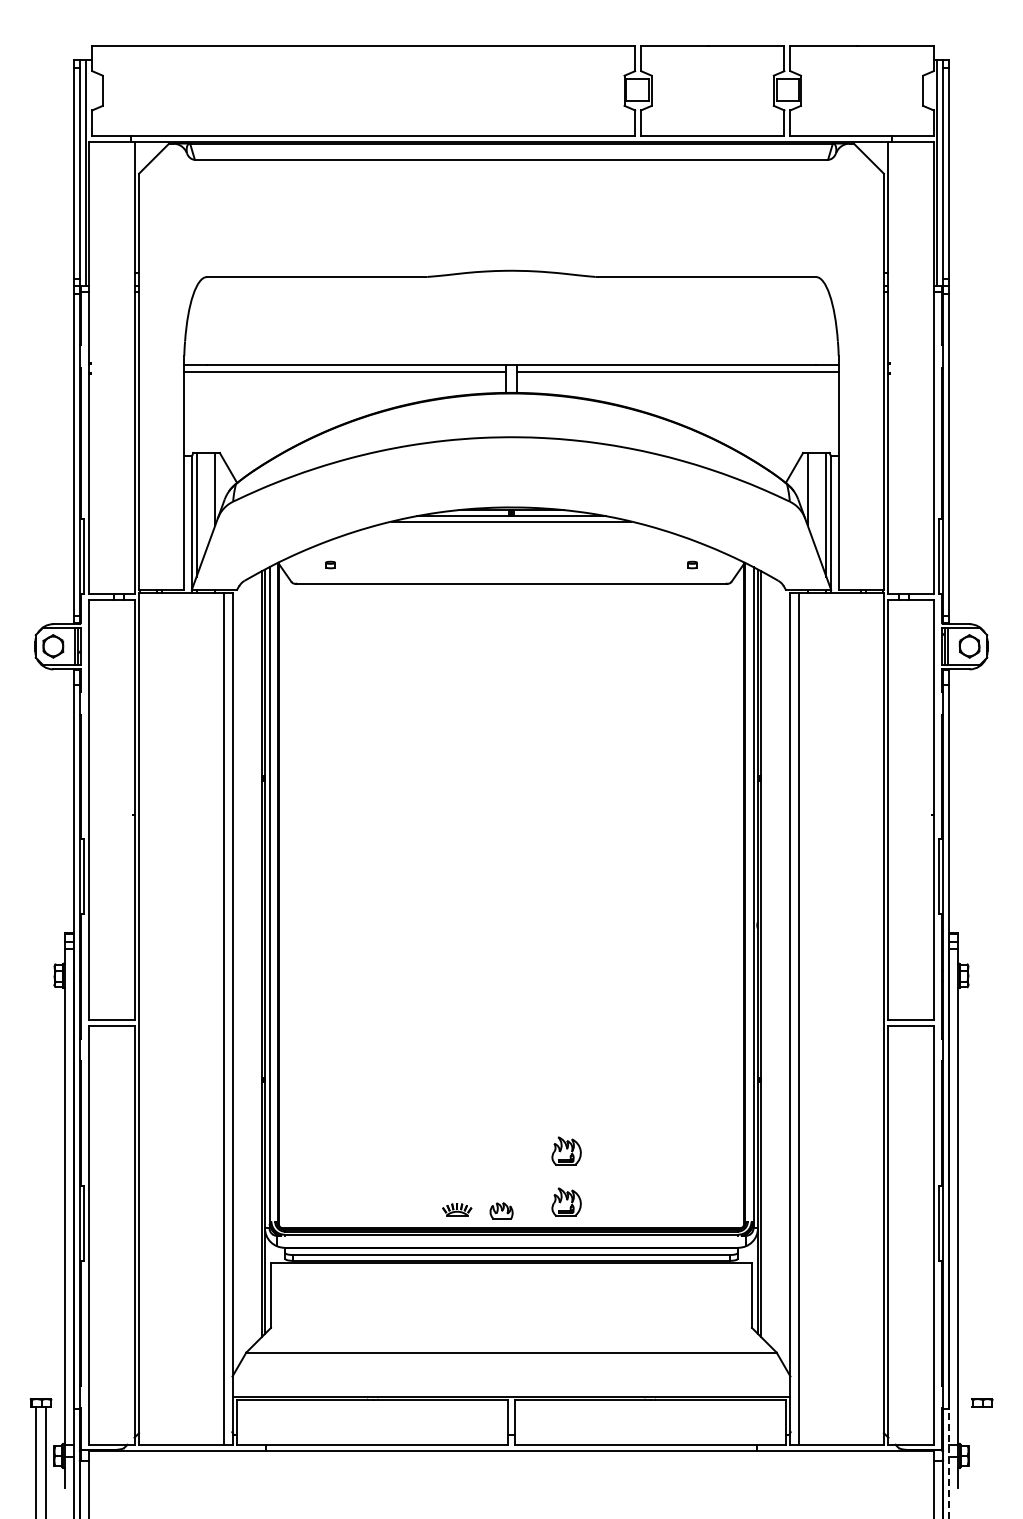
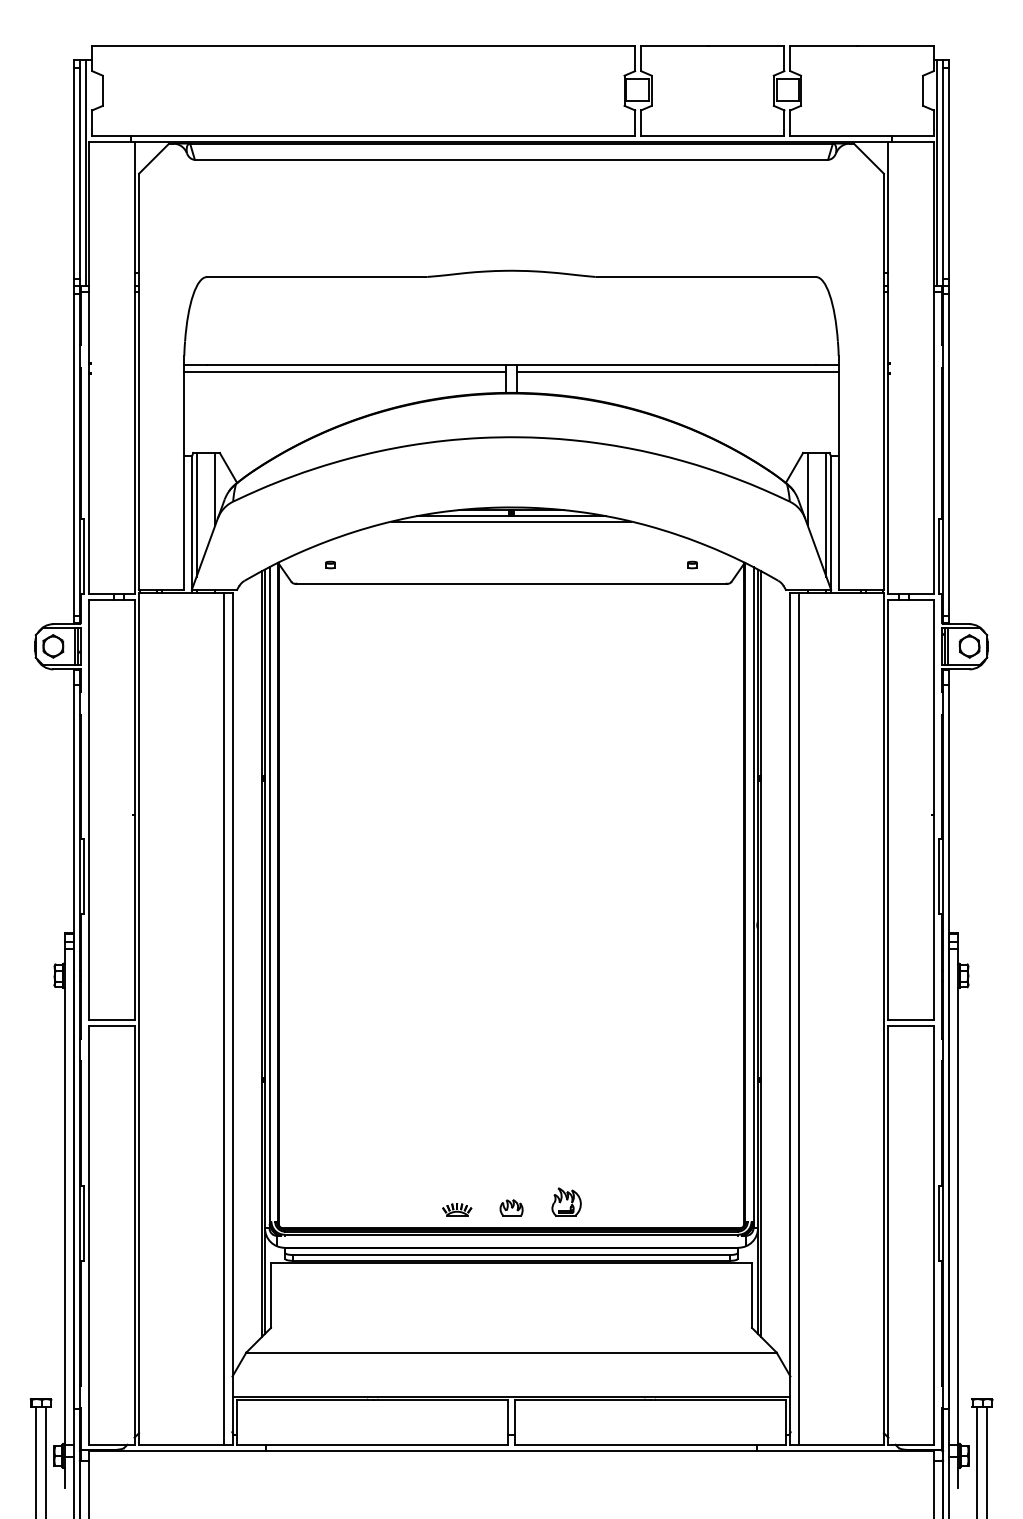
part at (566, 1150): present -> none
part at (501, 1210) position: (501, 1210) -> (511, 1207)
line at (976, 1461): none -> present
line at (987, 1461): none -> present
line at (949, 1463): dashed -> solid
